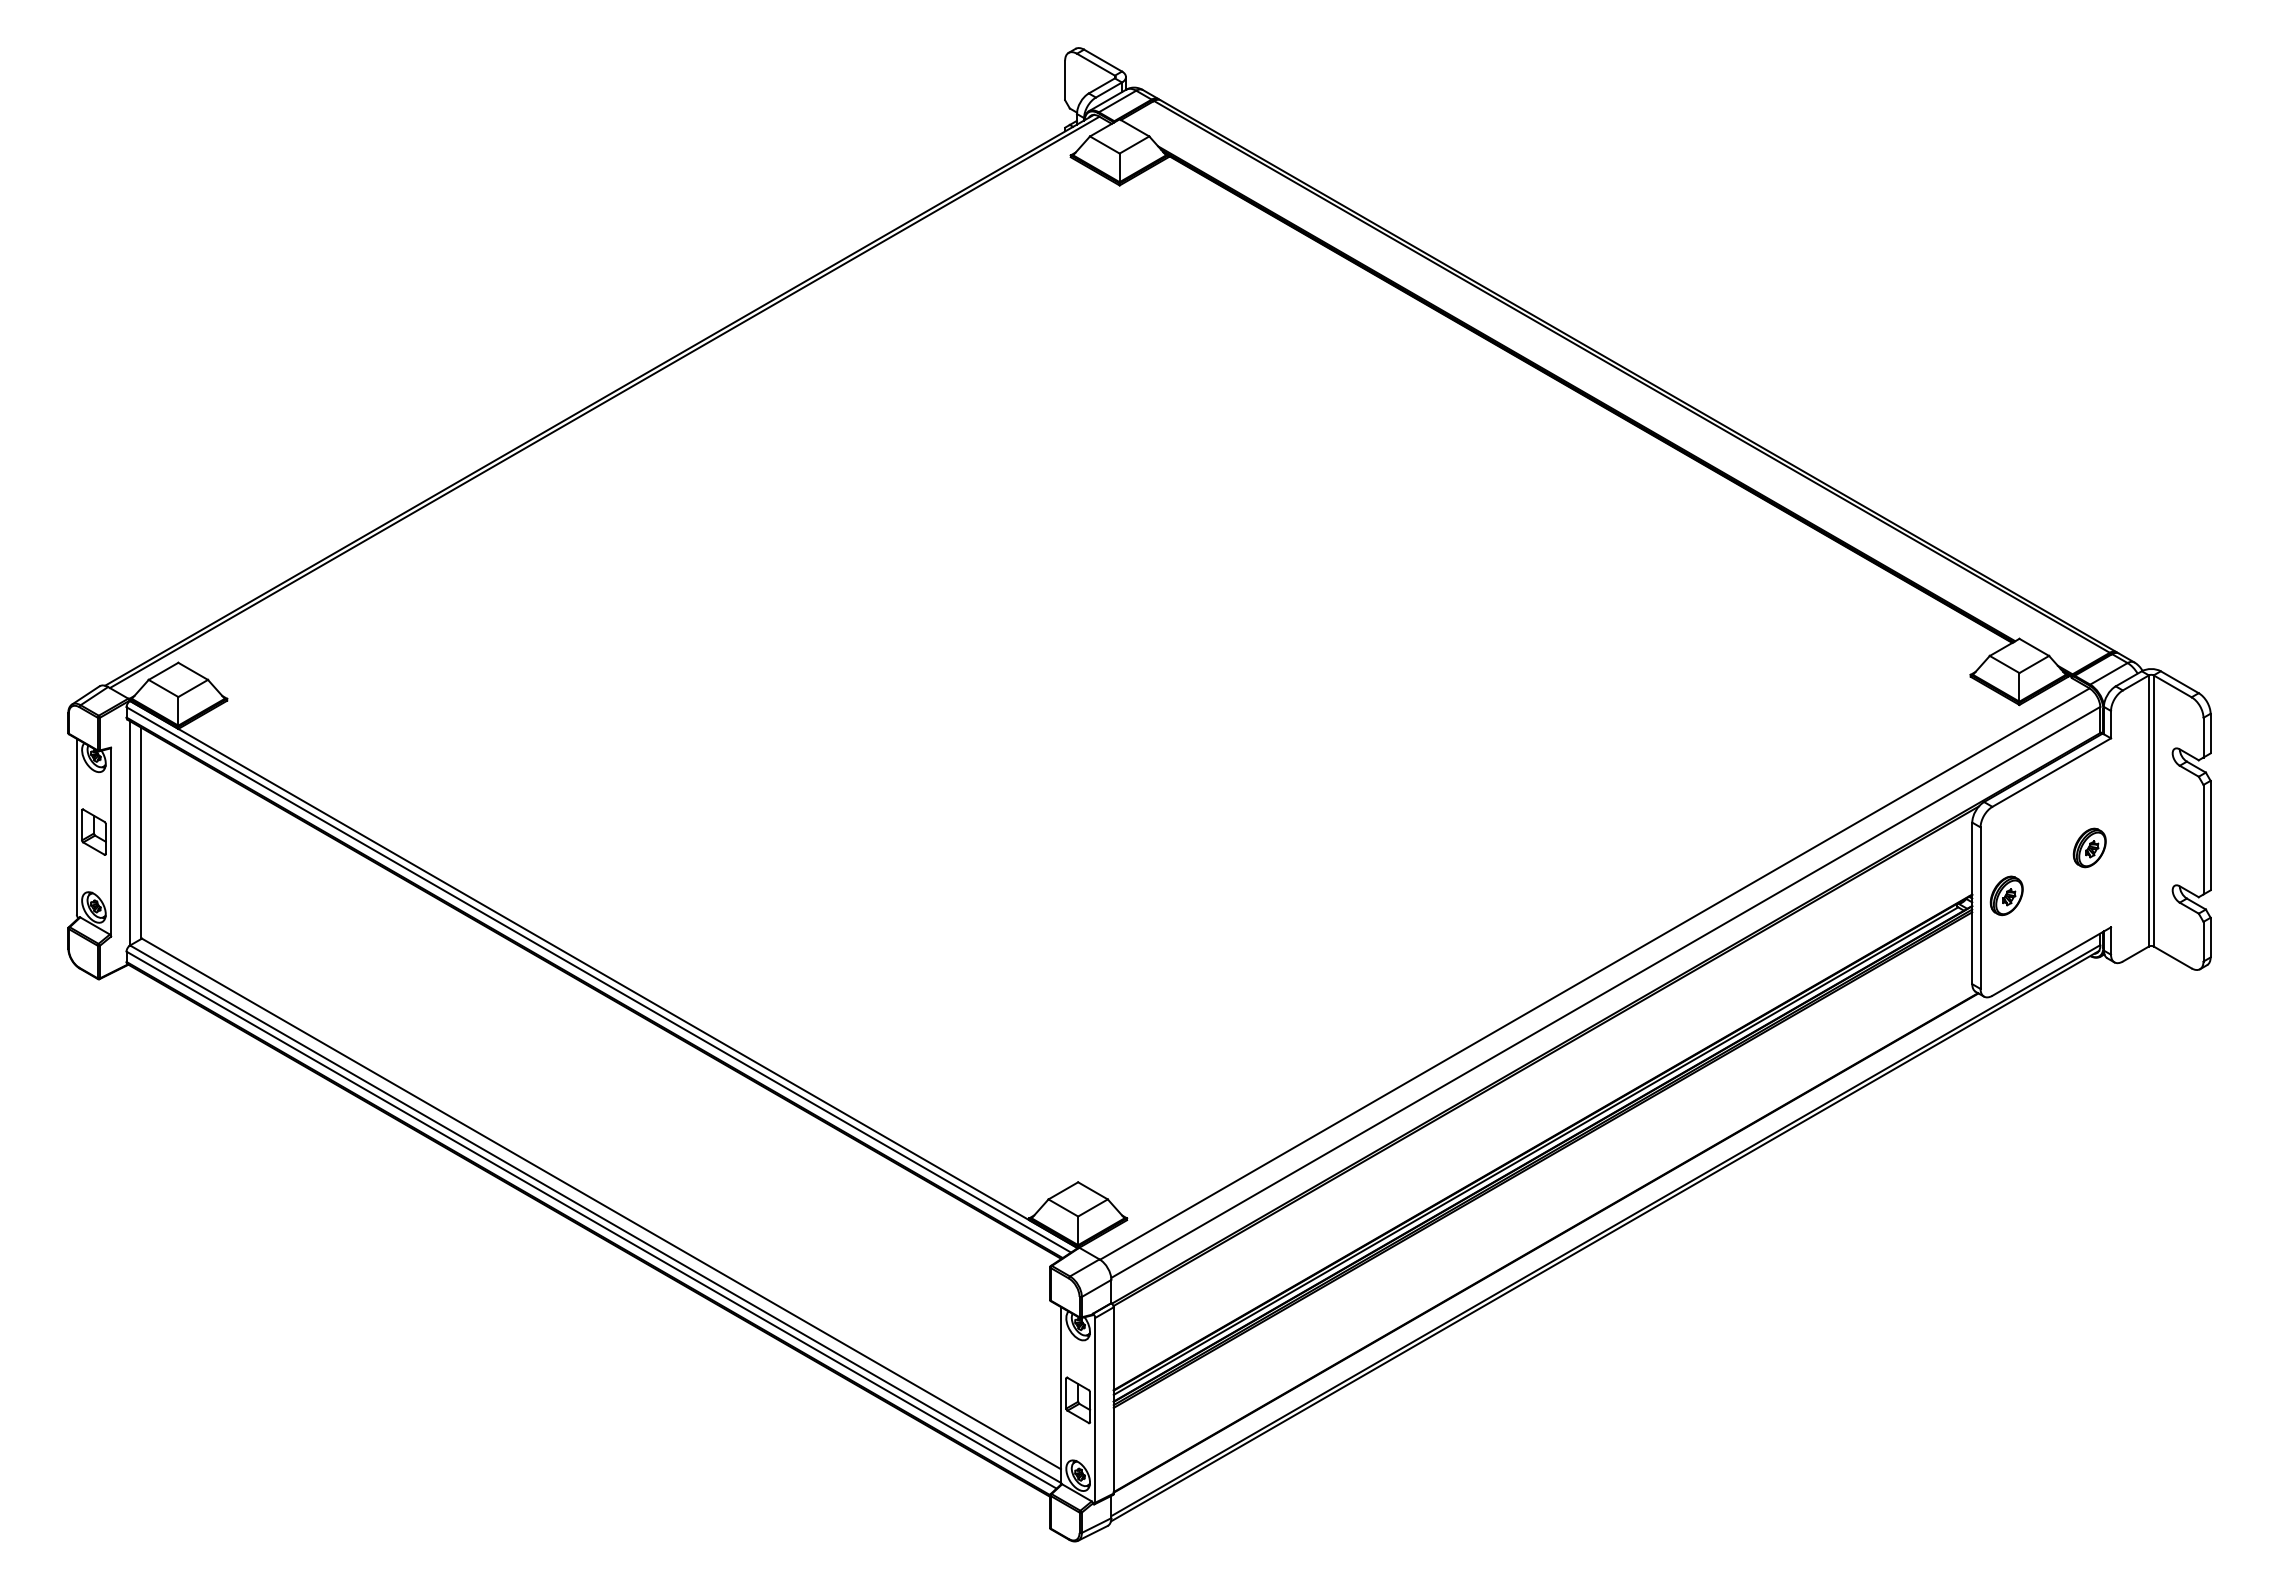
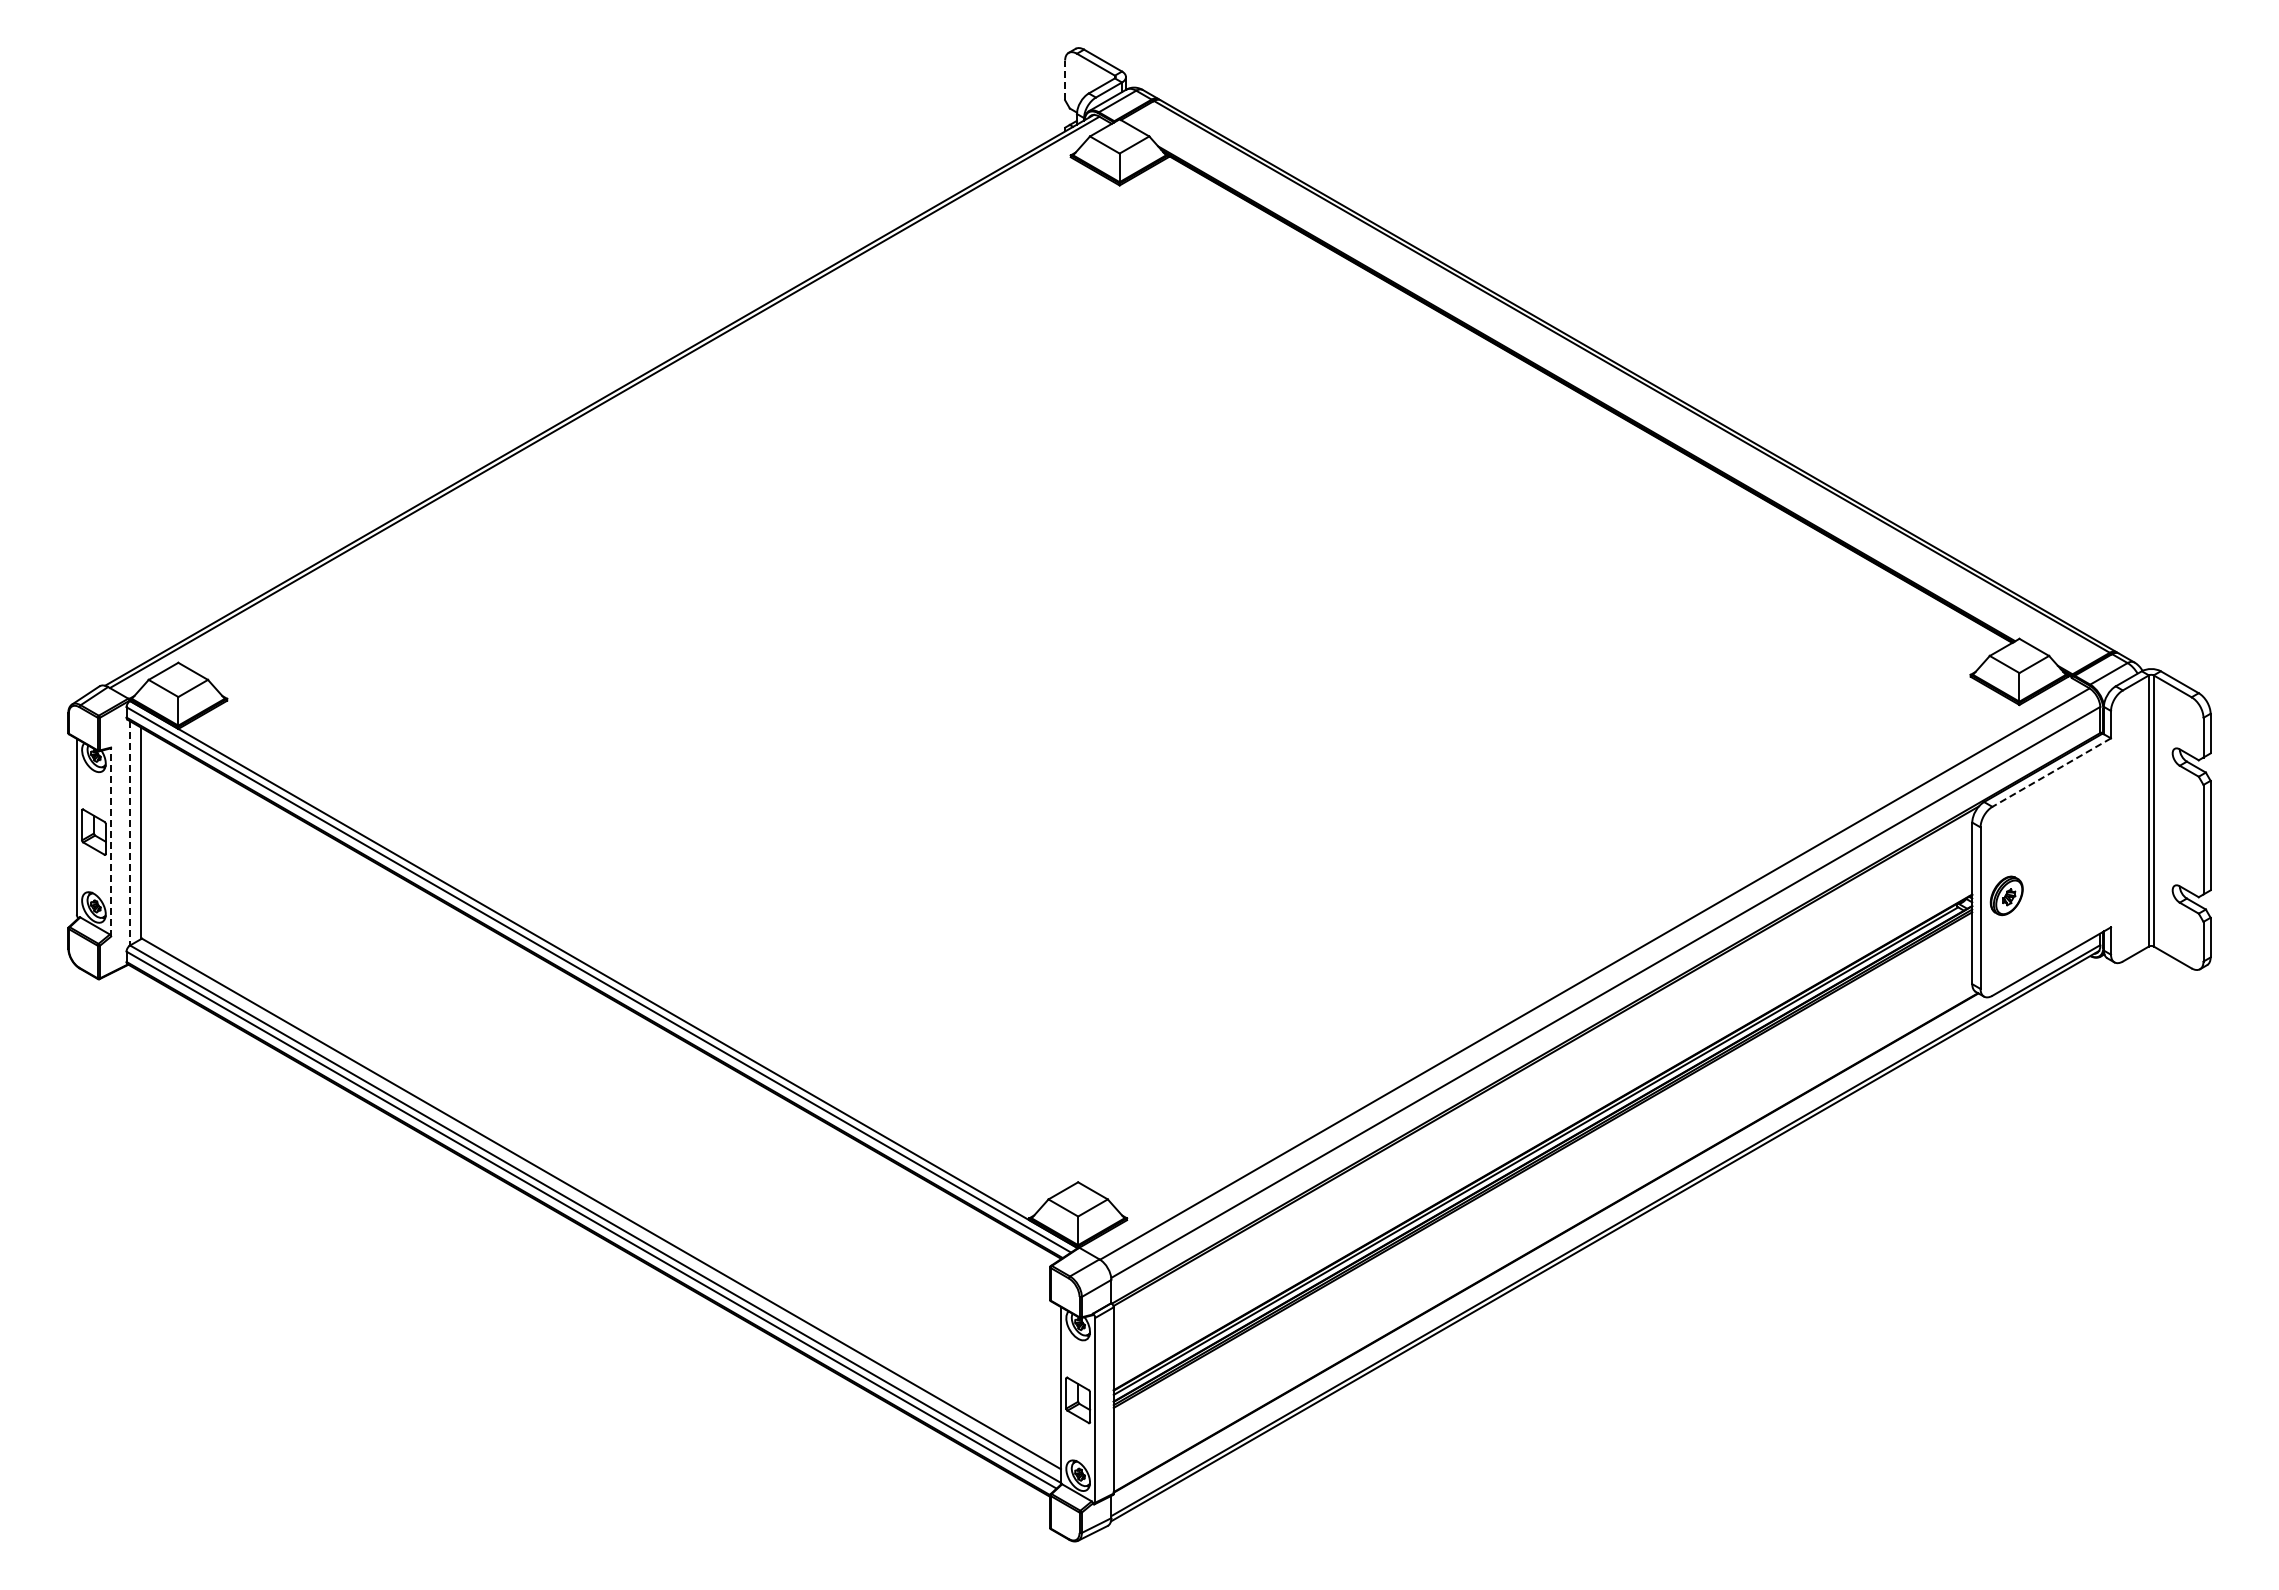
line at (1065, 80): solid -> dashed
line at (2051, 772): solid -> dashed
line at (129, 833): solid -> dashed
line at (111, 842): solid -> dashed
part at (2089, 847): present -> none
